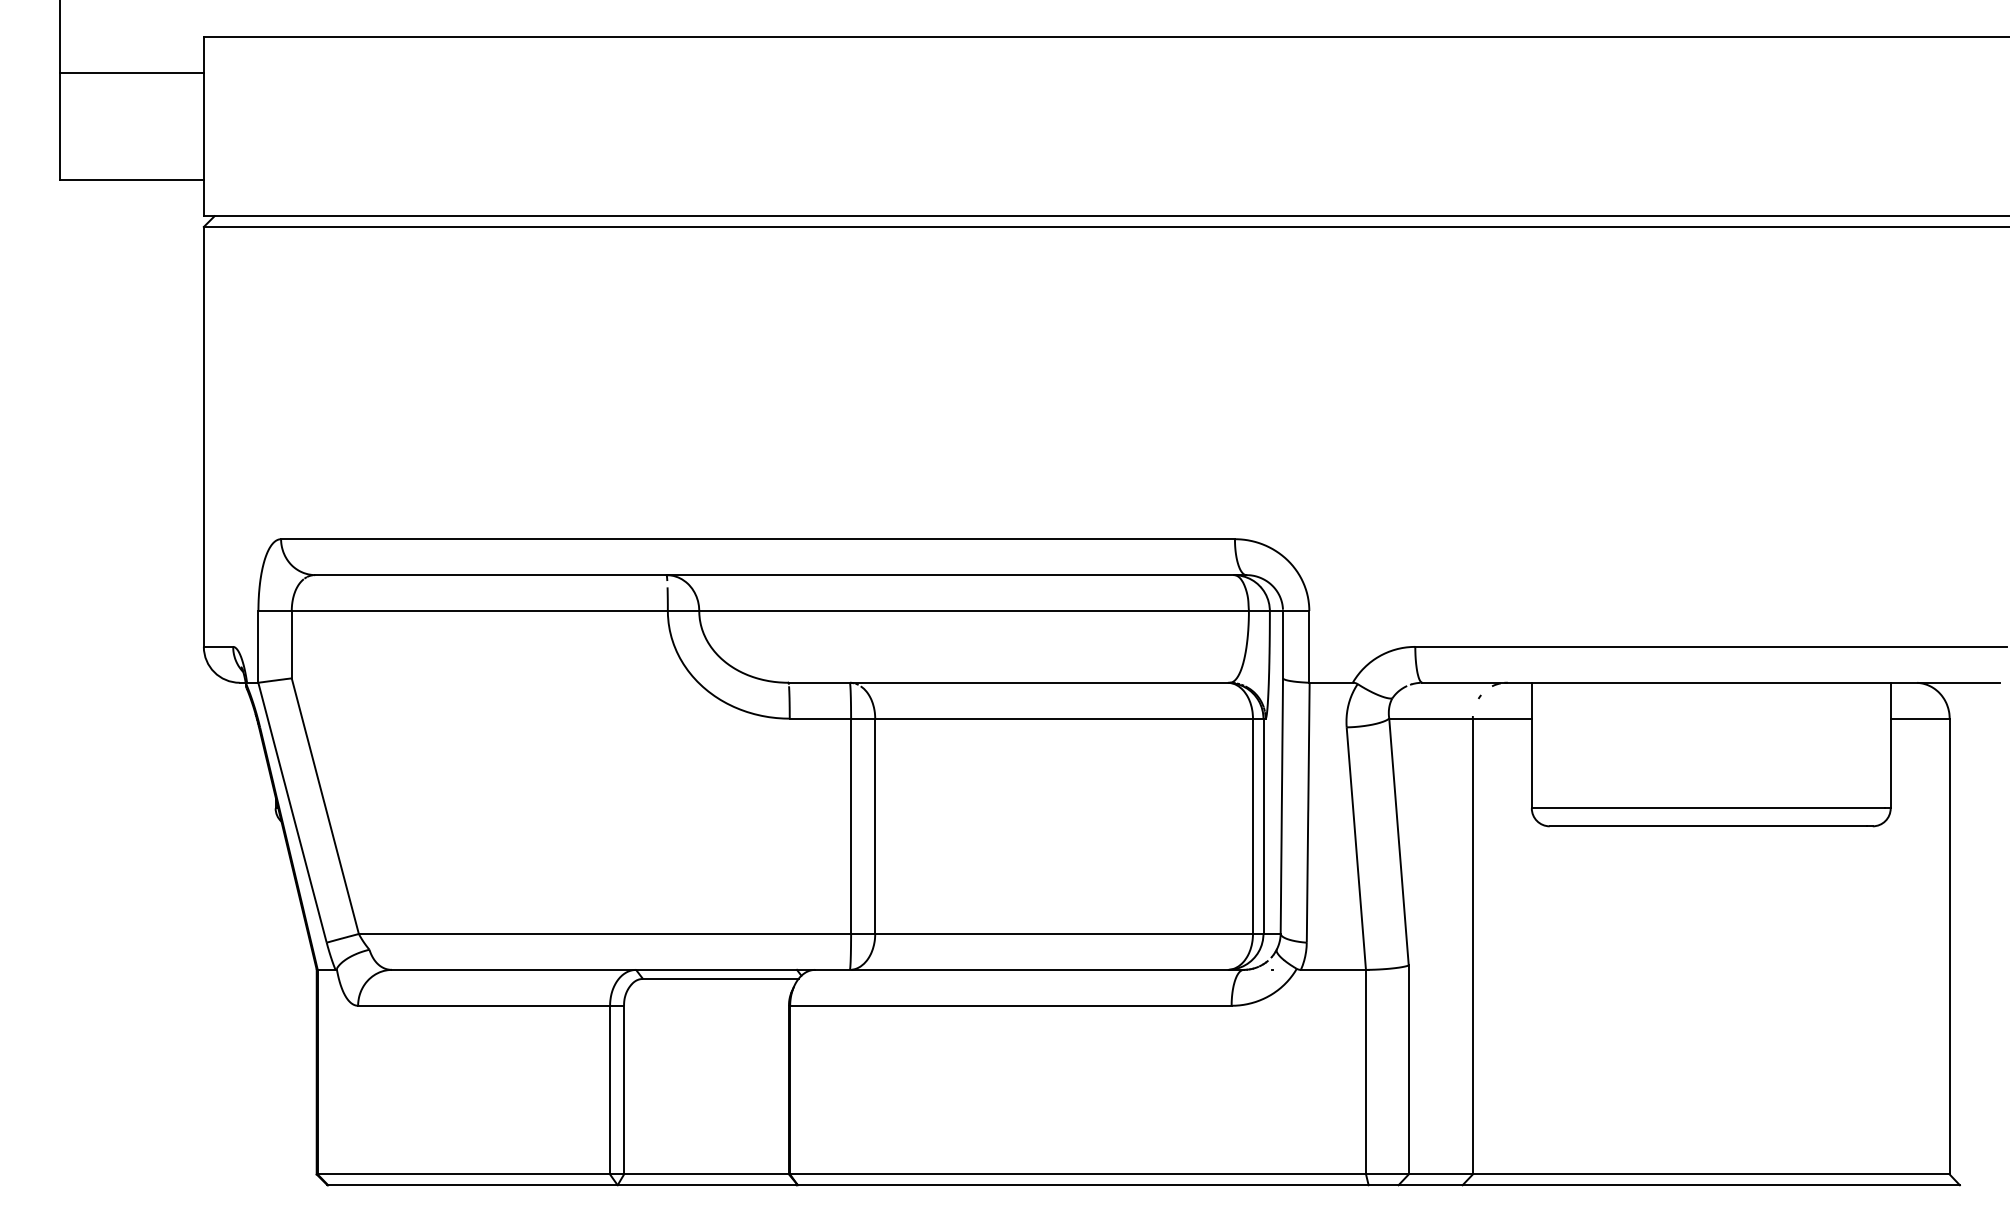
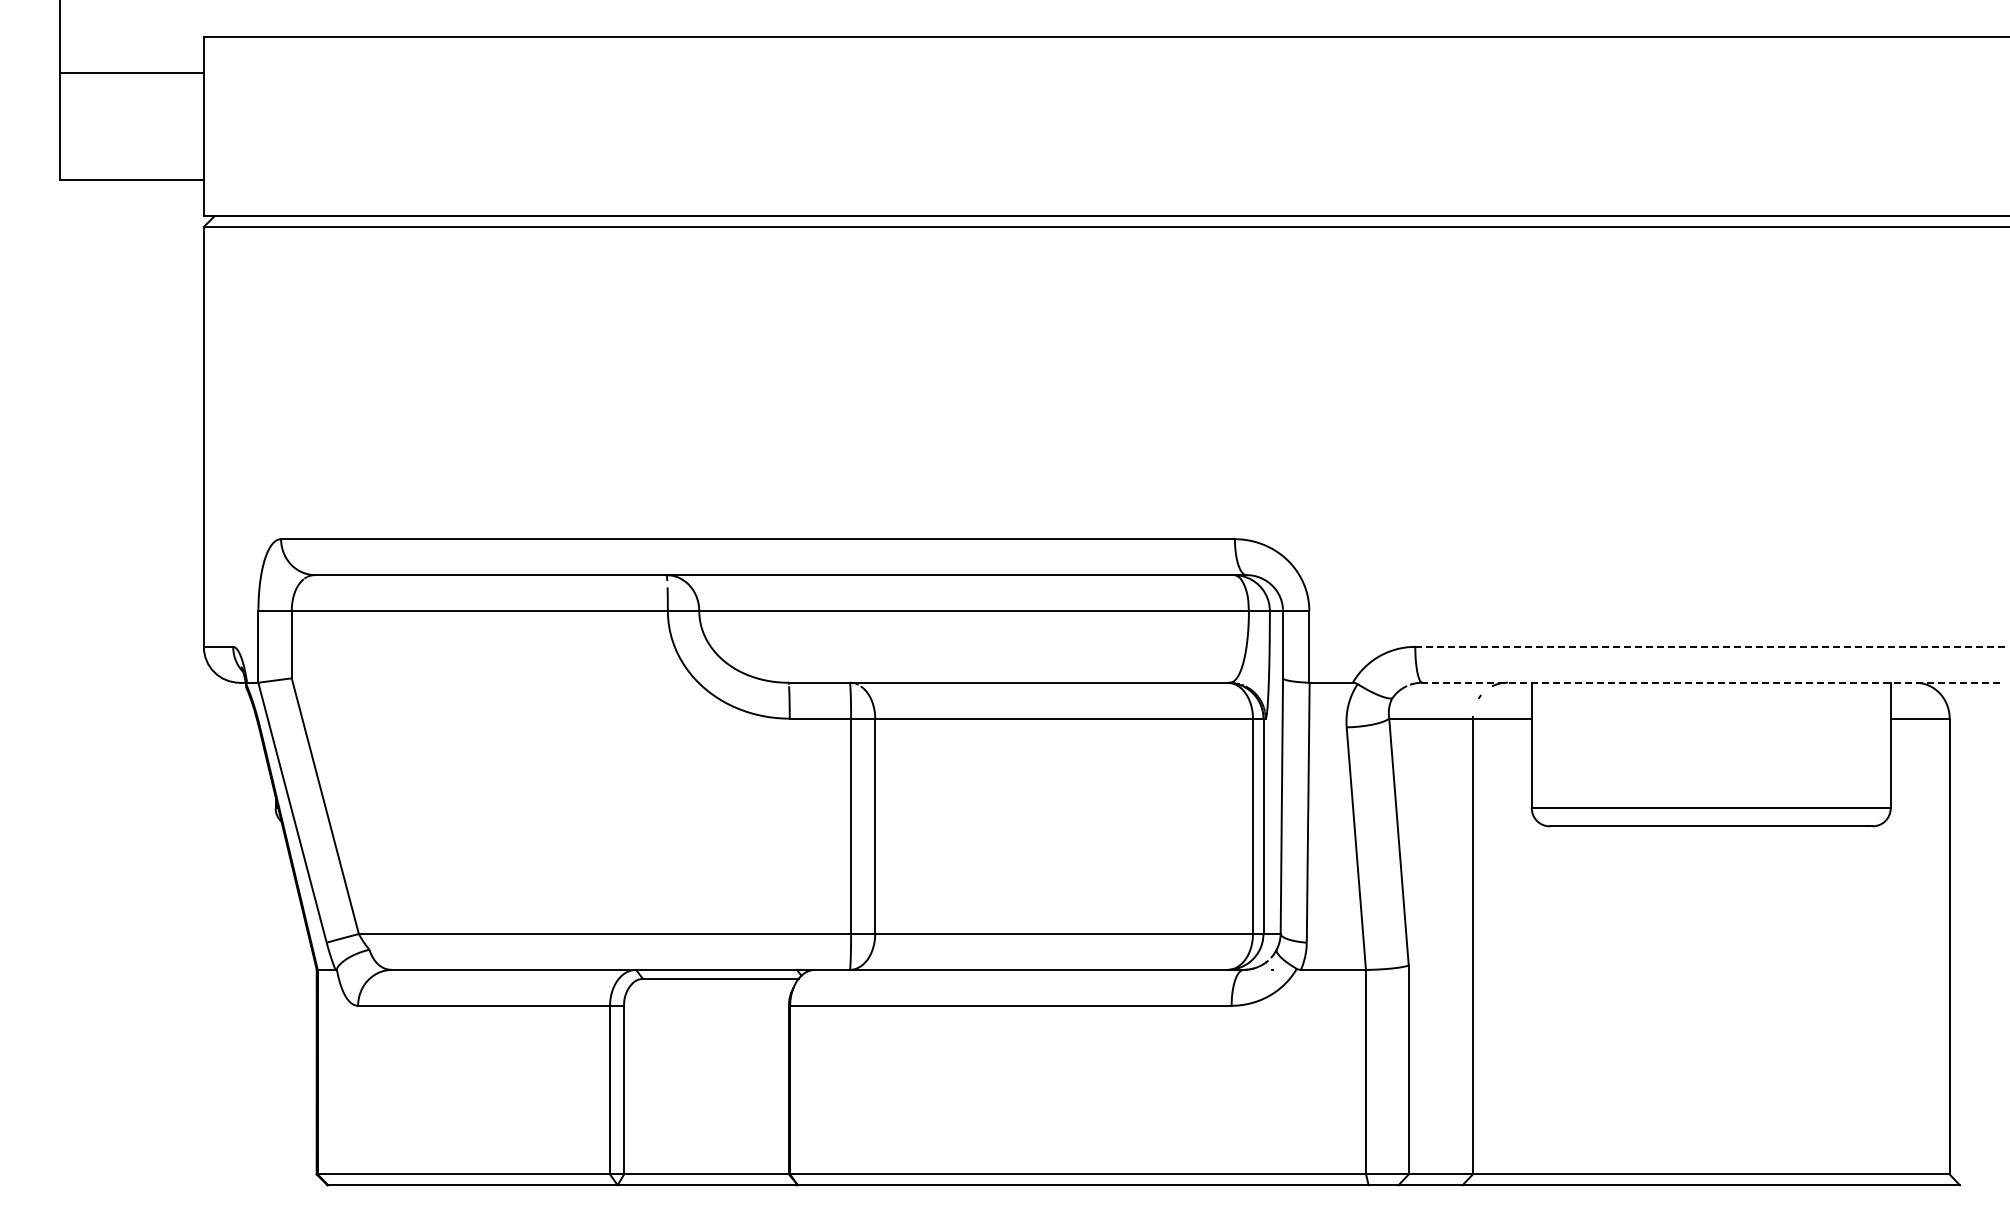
line at (1711, 646): solid -> dashed
line at (1711, 682): solid -> dashed
